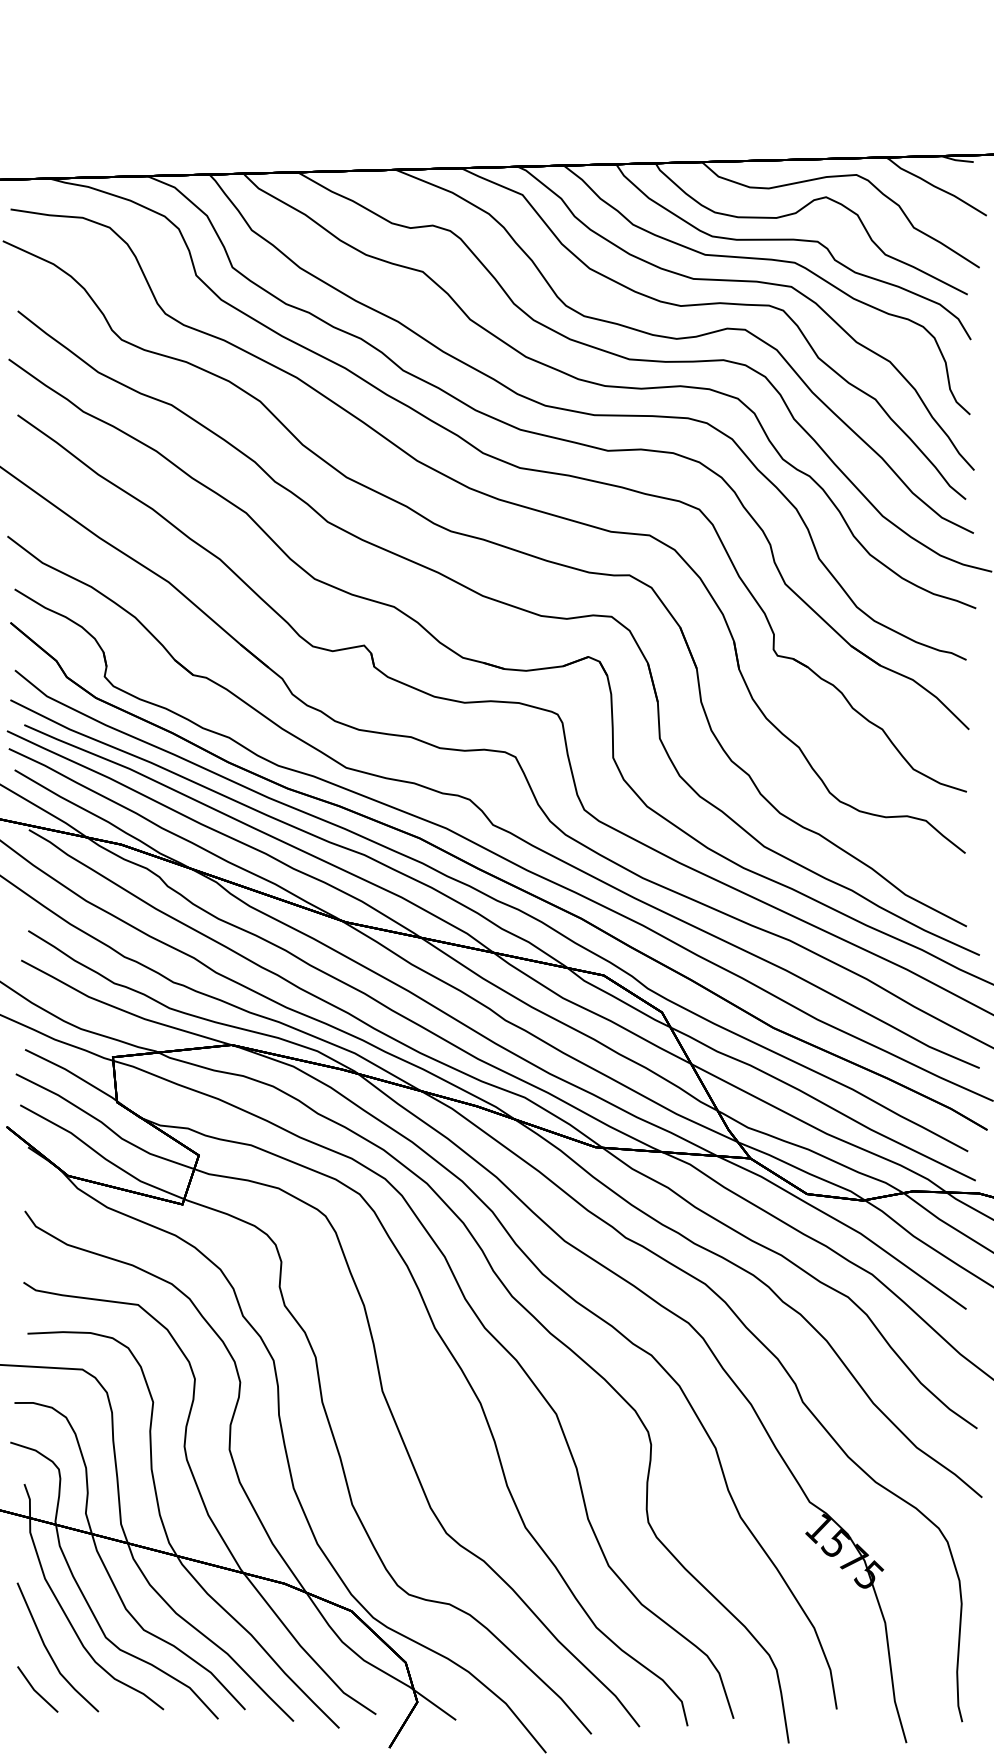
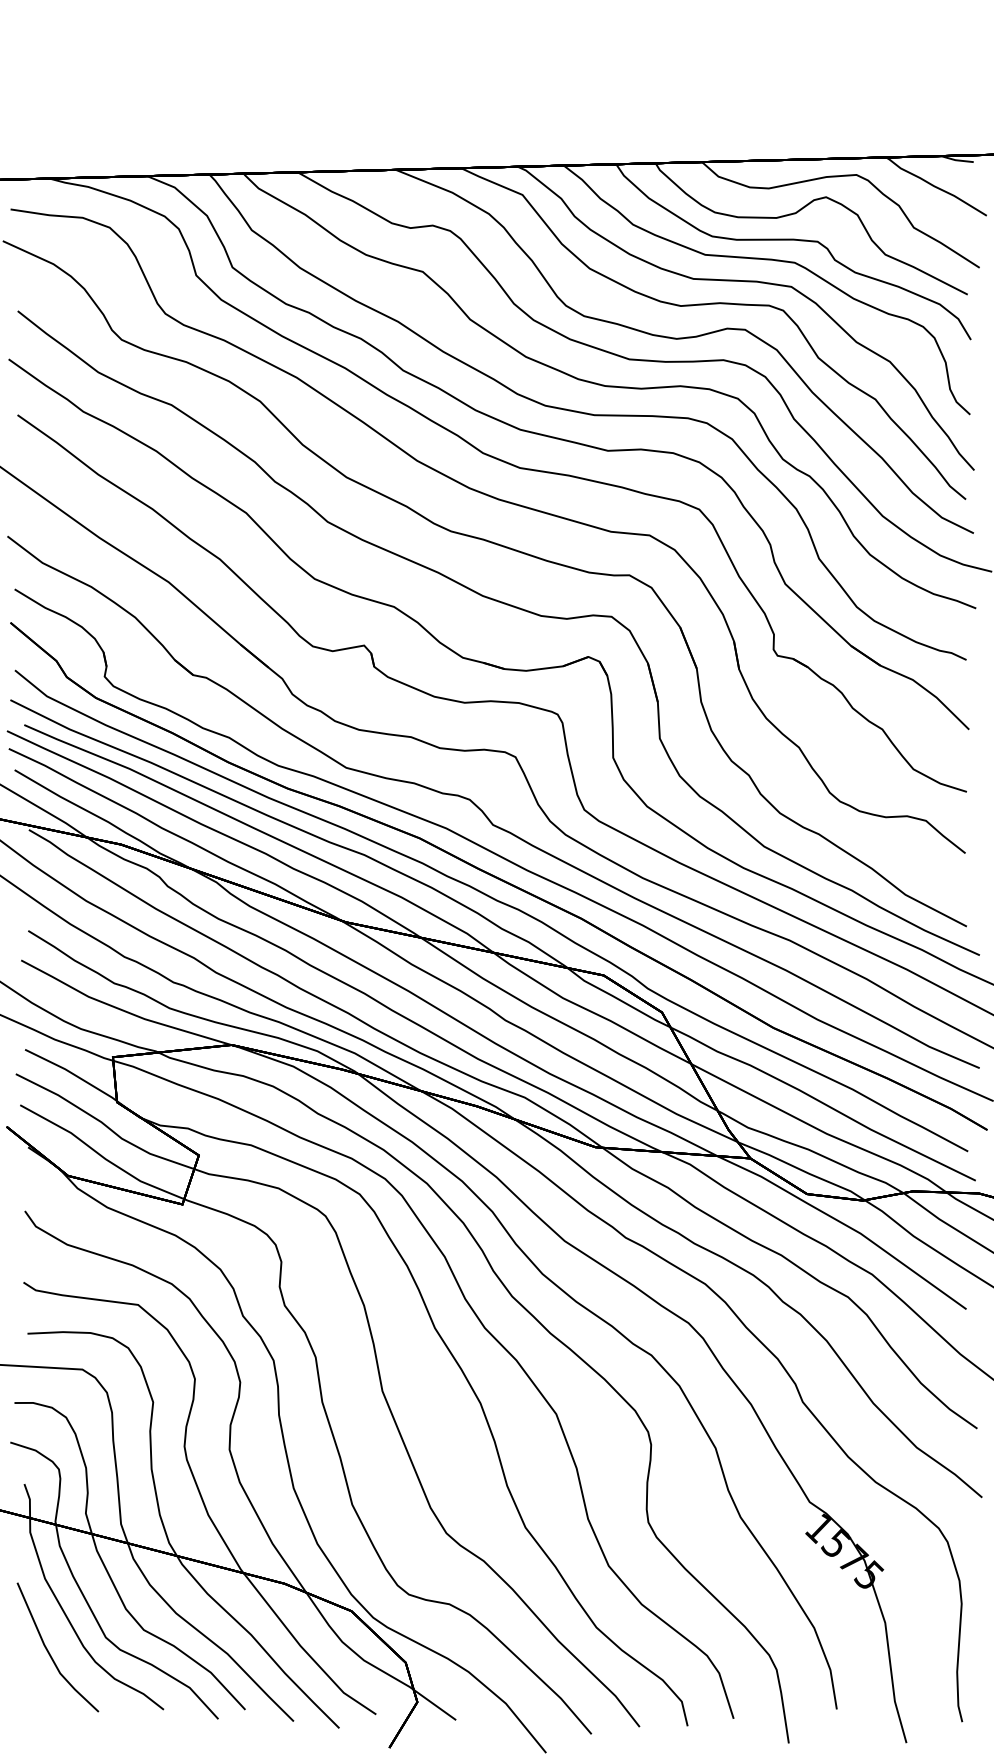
part at (37, 1689): present -> none
